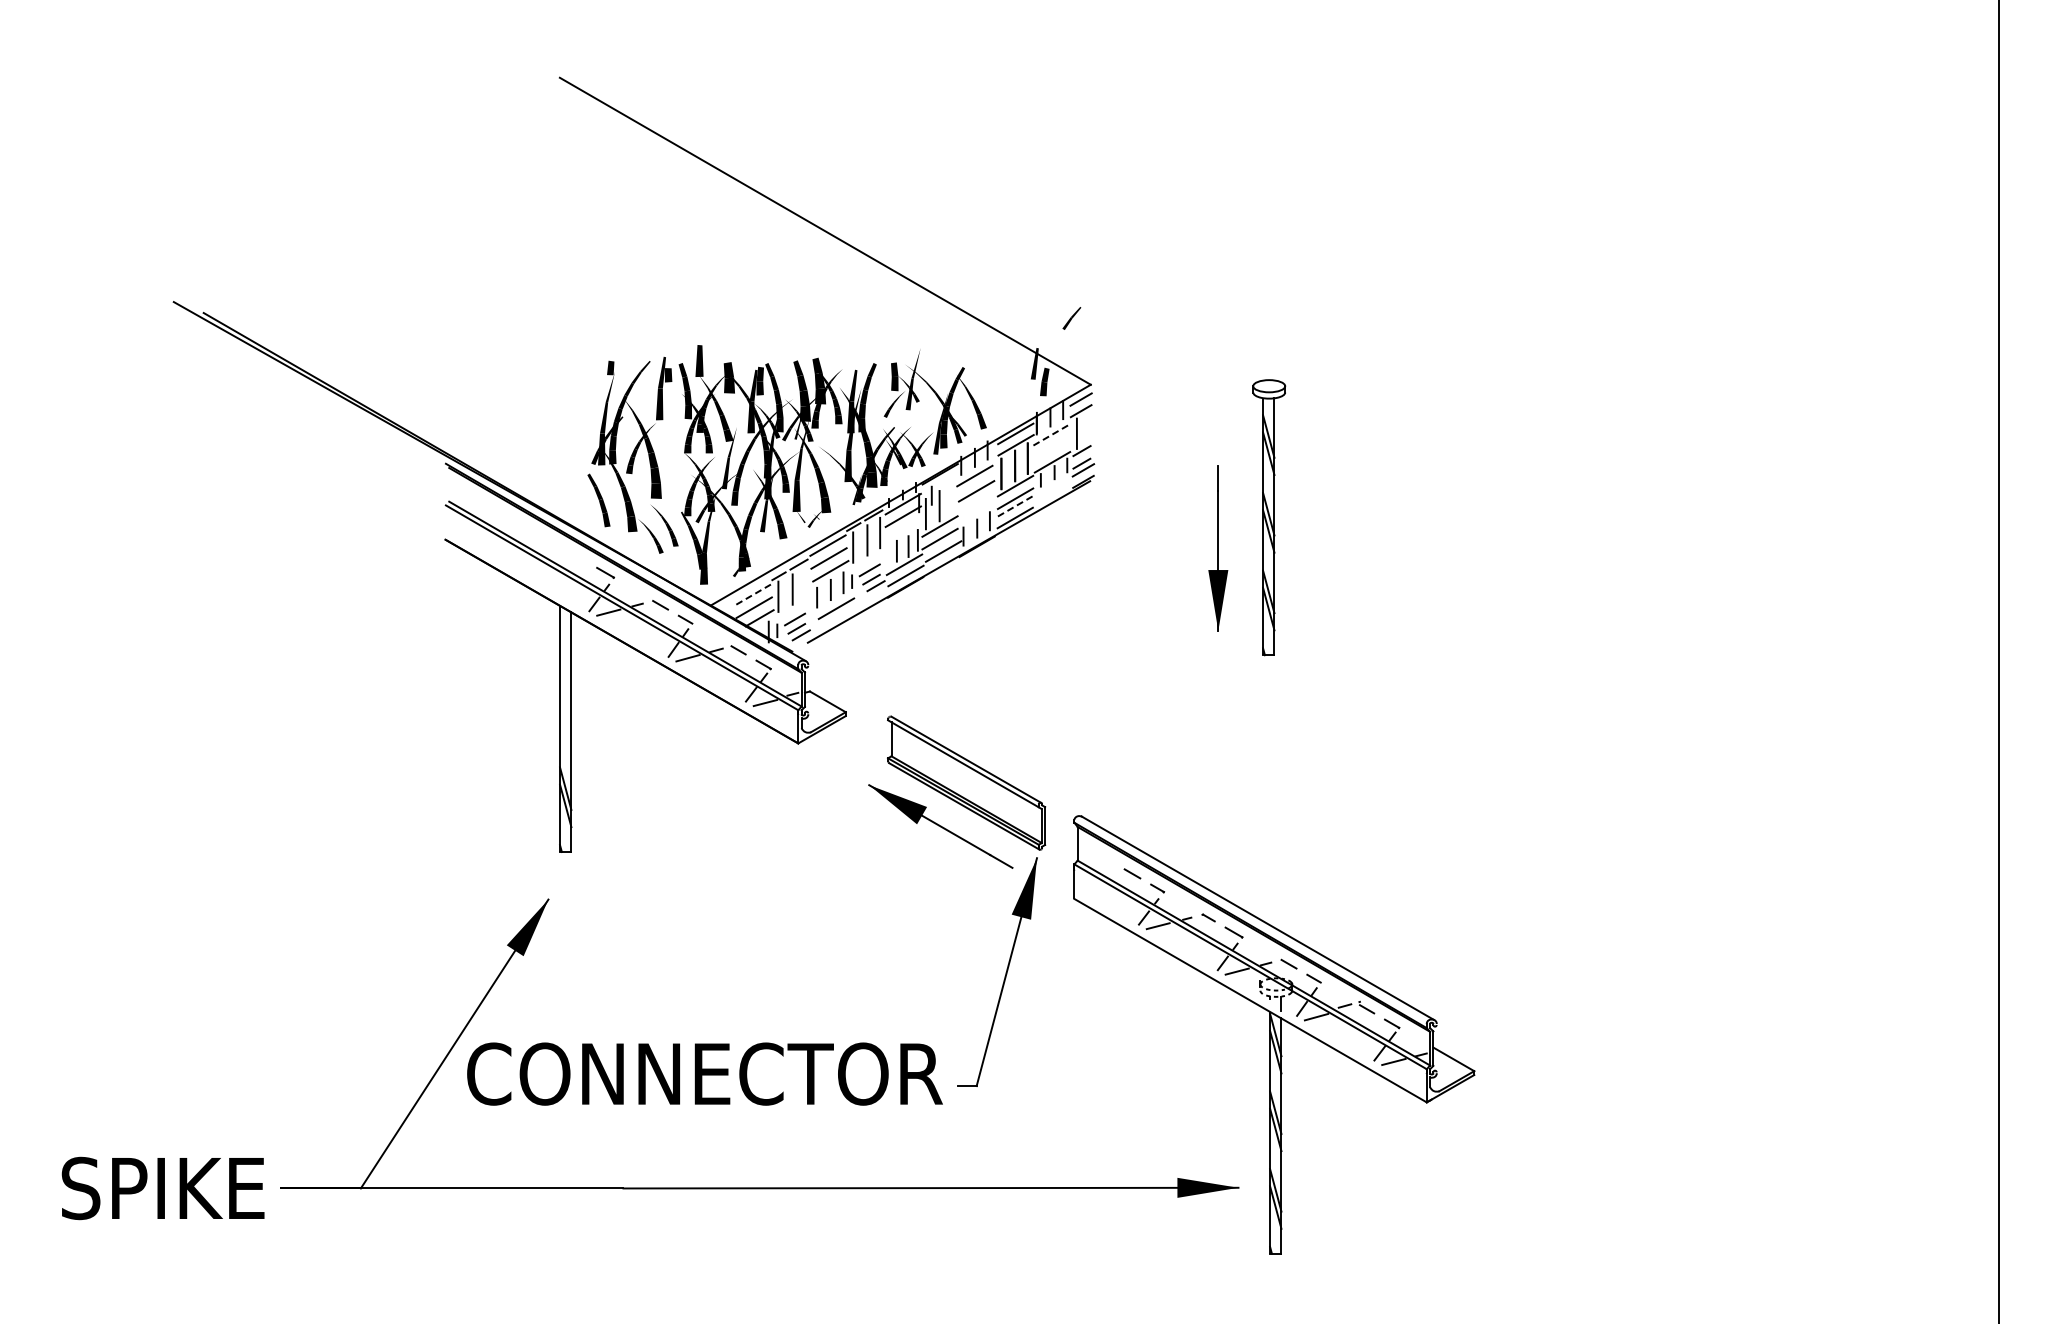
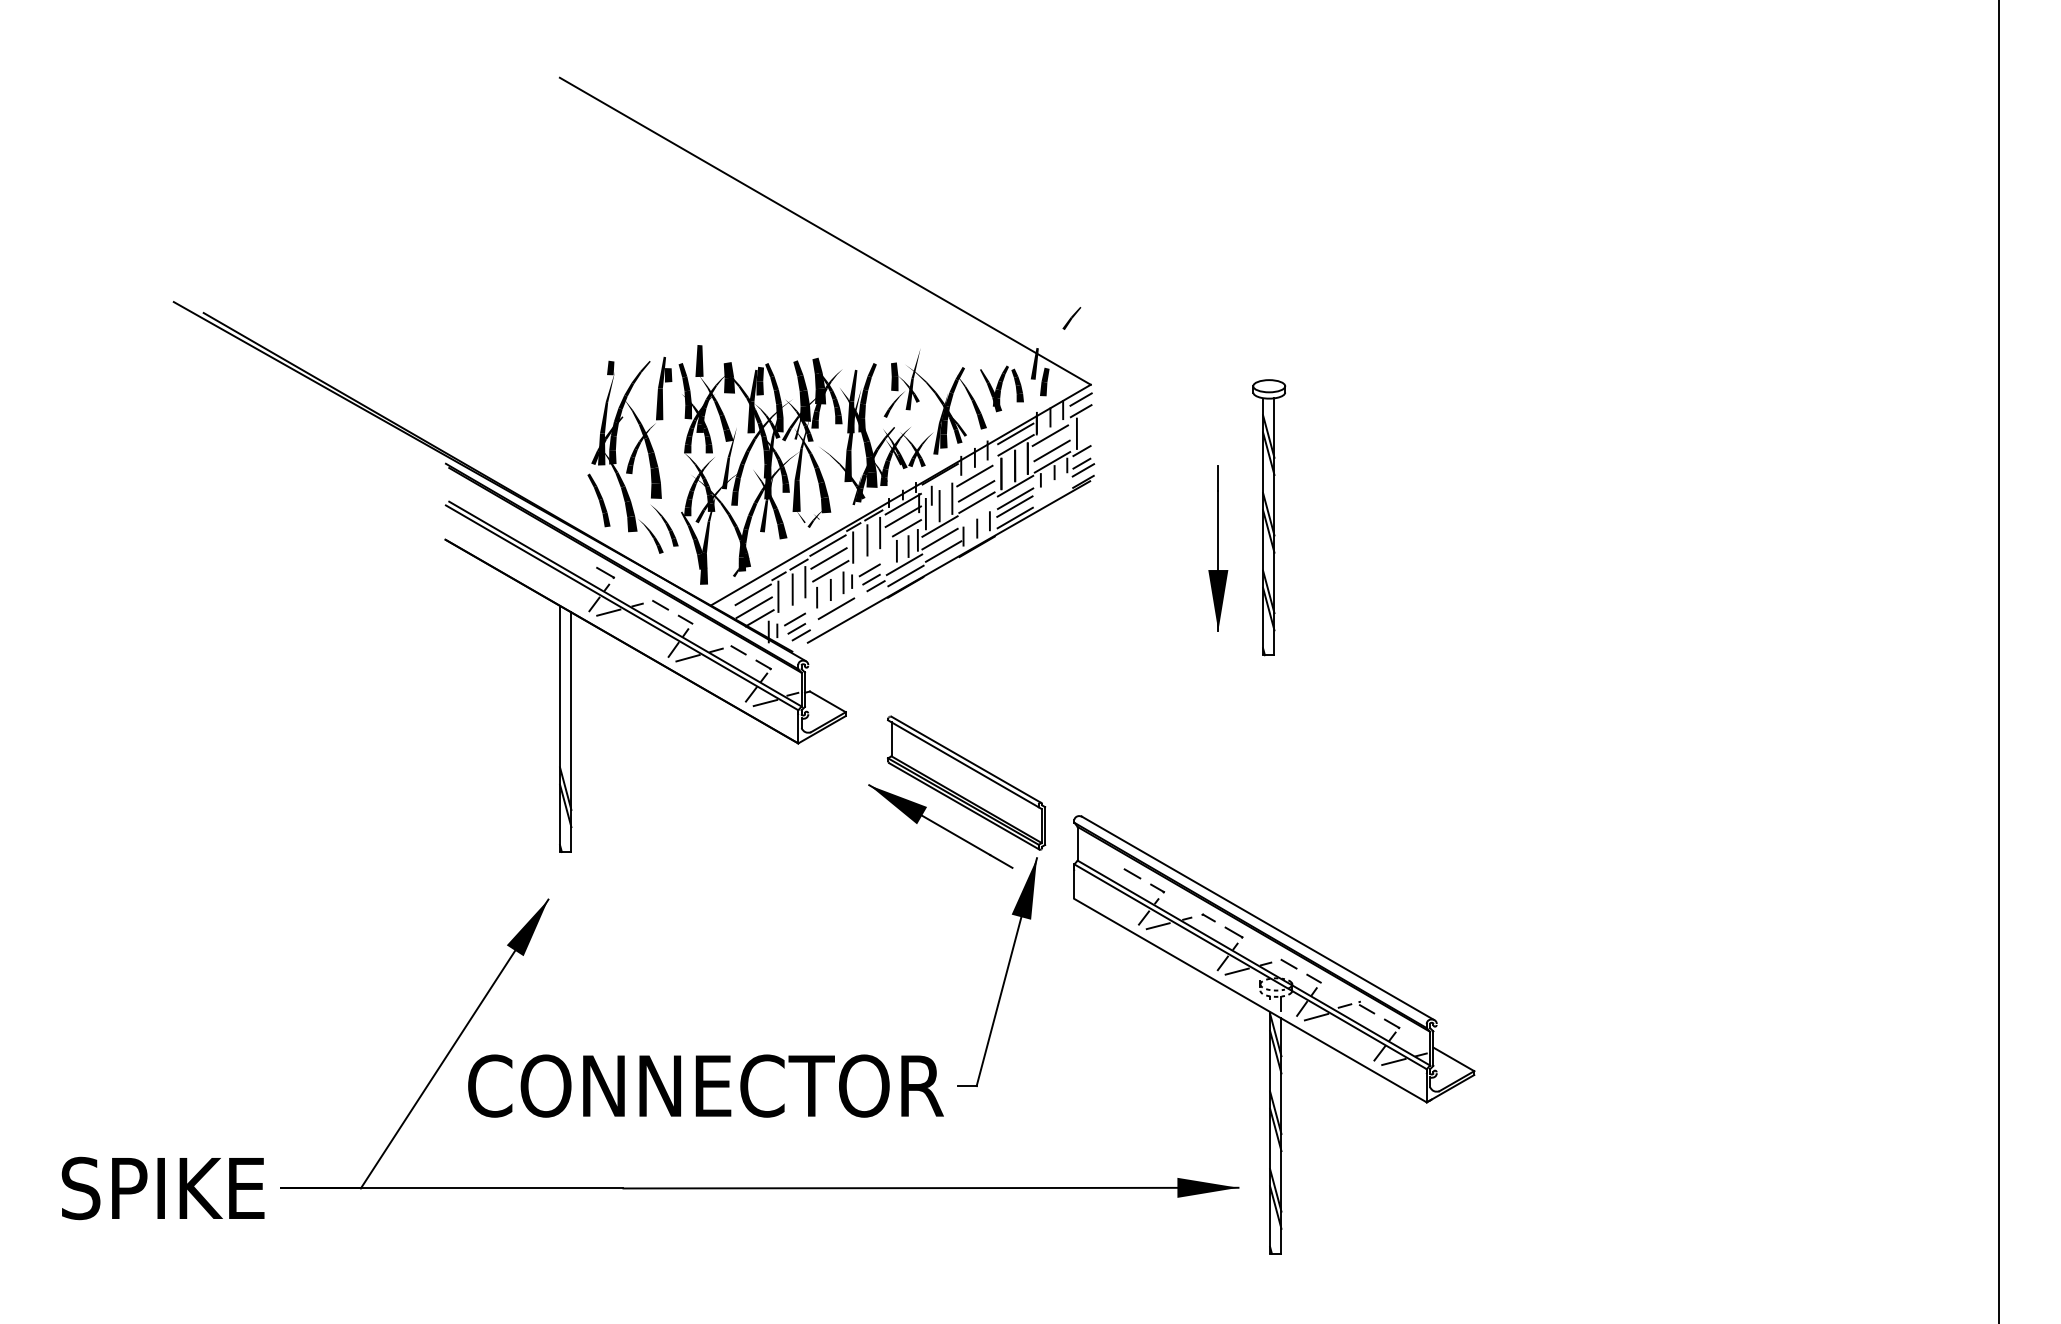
part at (1001, 388): none -> present
line at (1049, 435): dashed -> solid
line at (1051, 450): none -> present
line at (952, 498): none -> present
line at (976, 502): none -> present
line at (1014, 506): dashed -> solid
line at (906, 528): none -> present
line at (805, 582): none -> present
line at (752, 595): dashed -> solid
text at (704, 1073) position: (704, 1073) -> (705, 1085)
